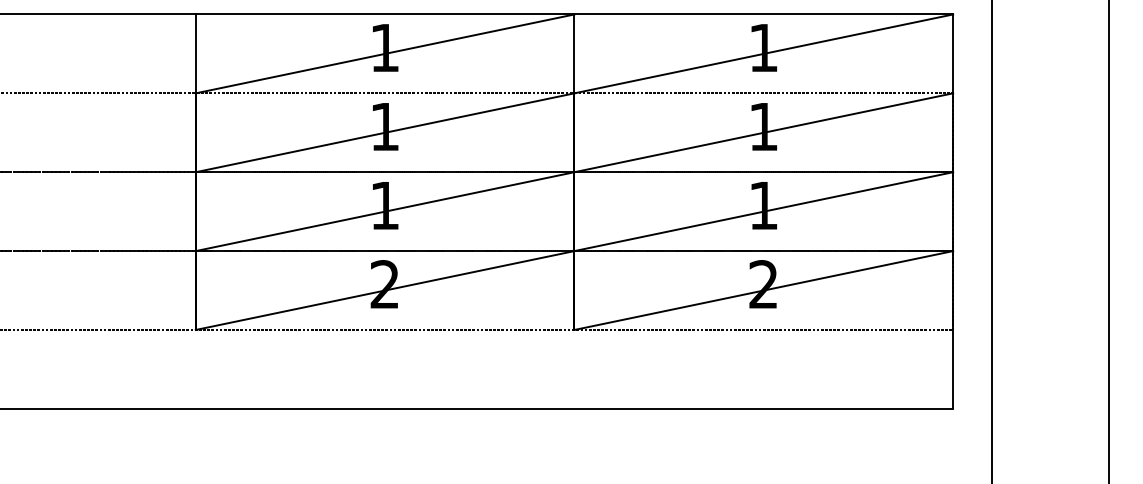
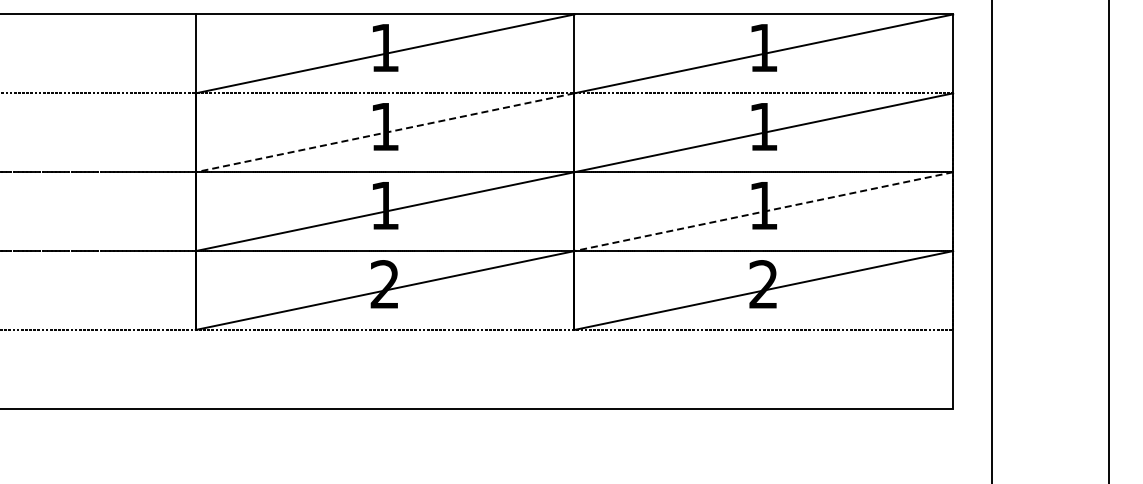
line at (384, 132): solid -> dashed
line at (763, 211): solid -> dashed
